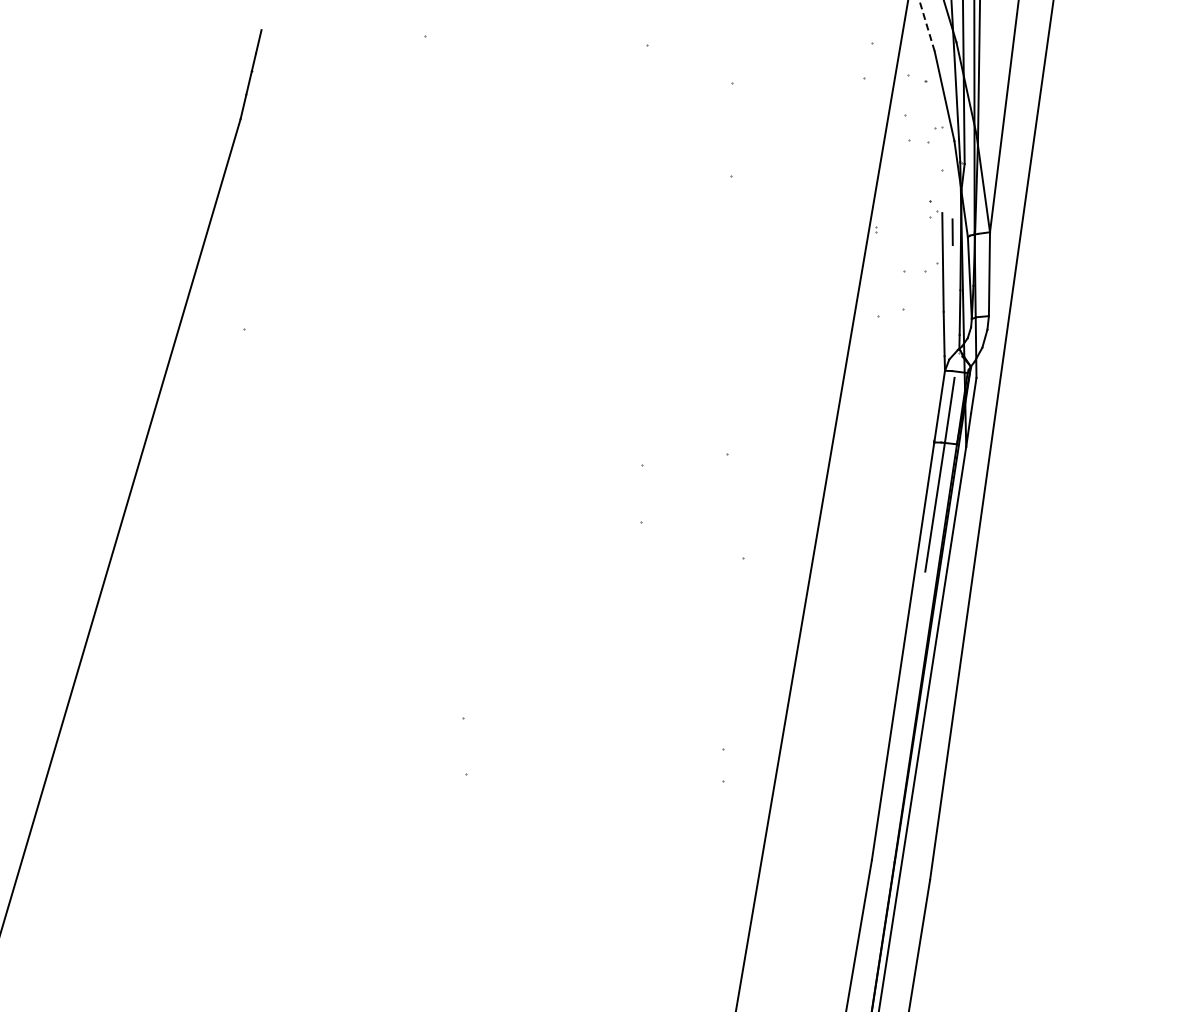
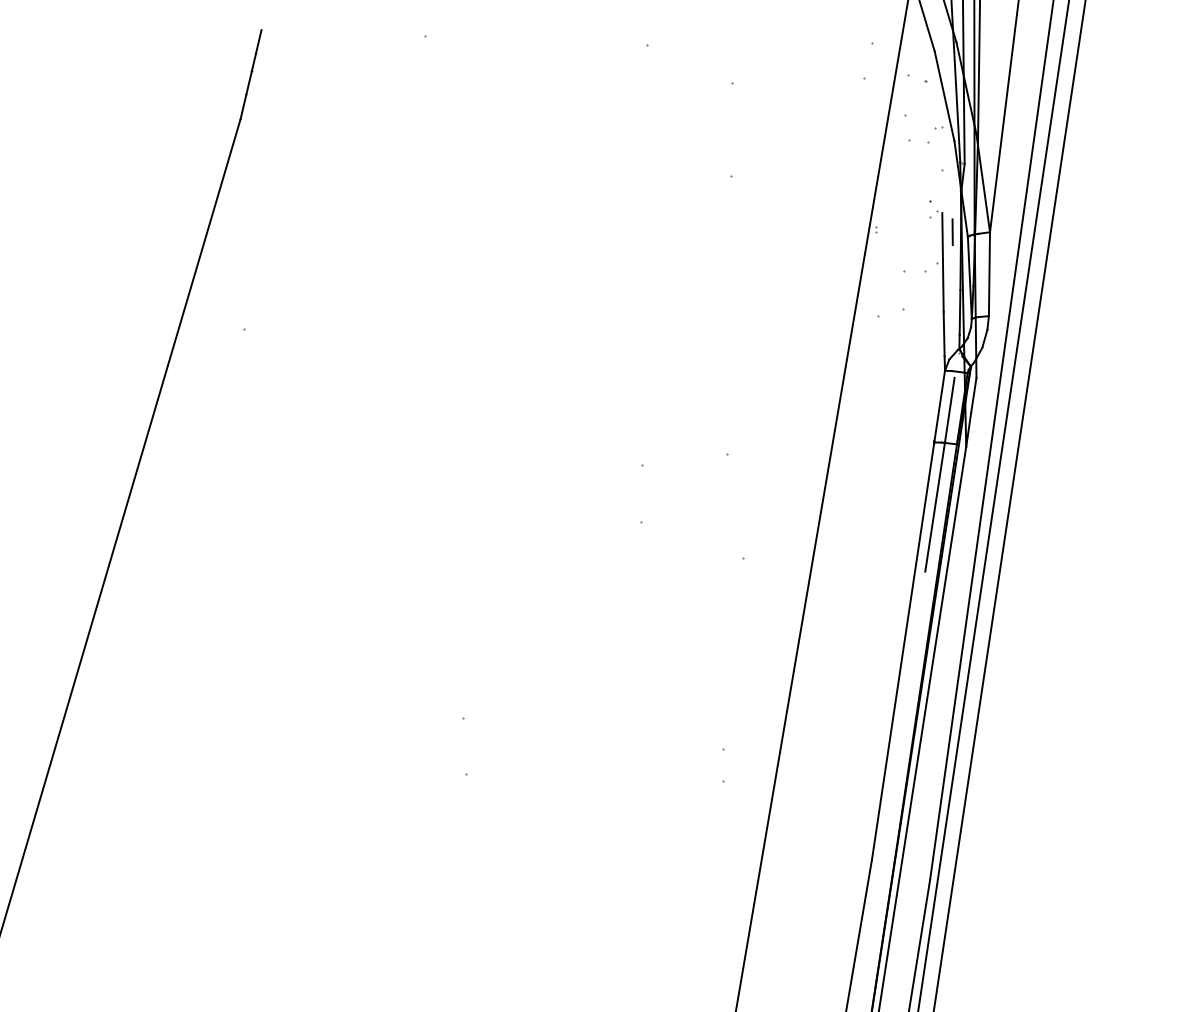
line at (927, 25): dashed -> solid
line at (993, 505): none -> present
line at (1009, 505): none -> present
